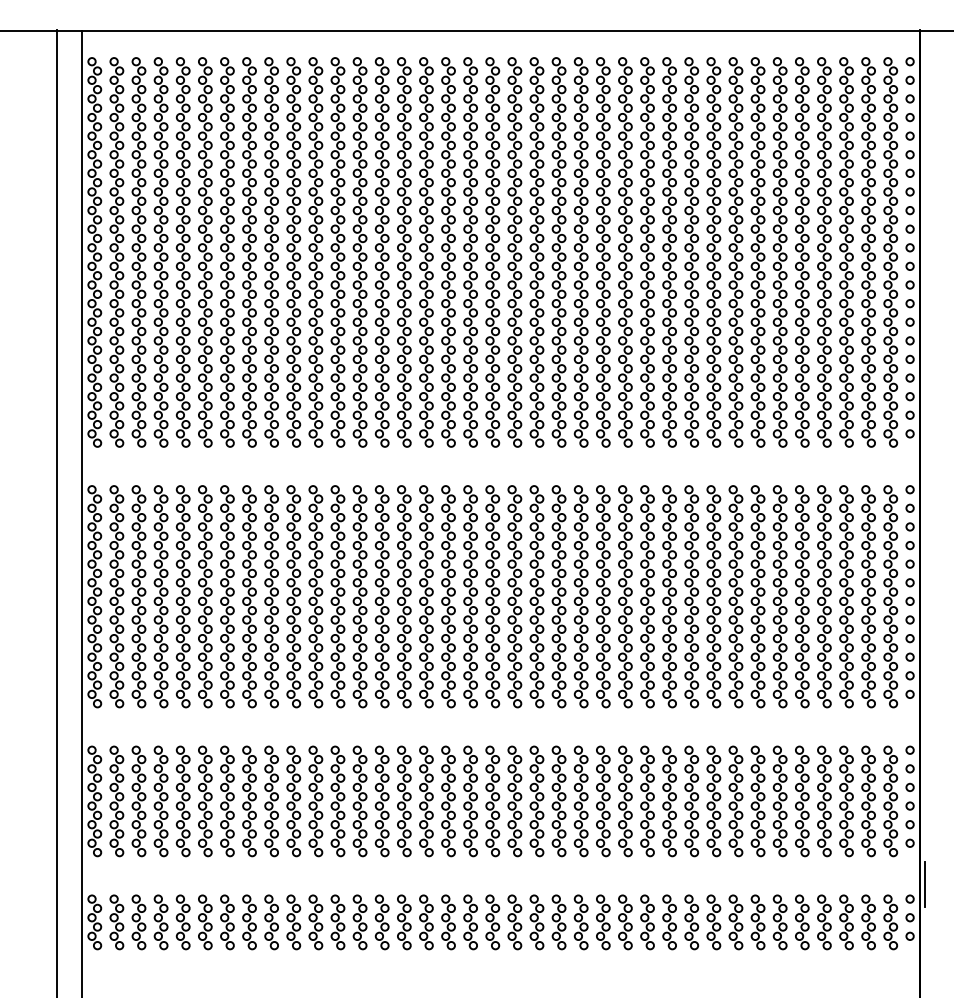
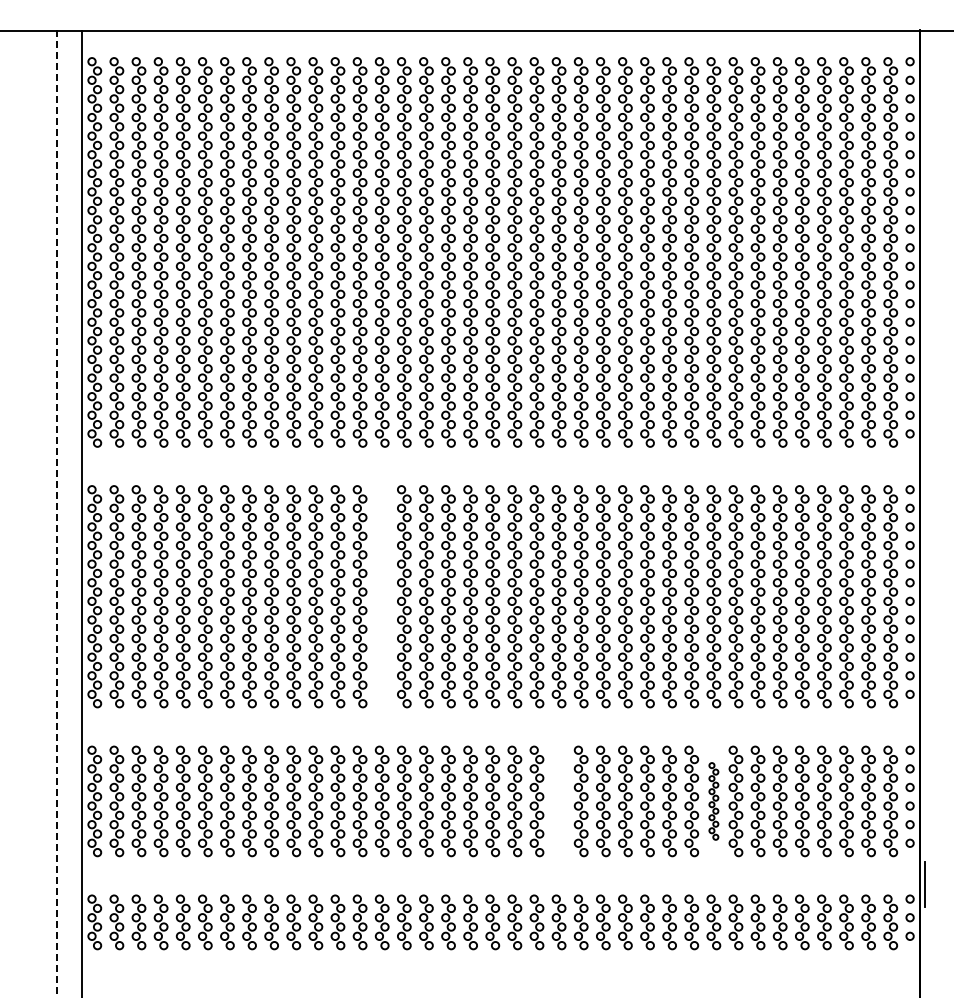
line at (56, 513): solid -> dashed
part at (381, 596): present -> none
part at (558, 801): present -> none
part at (713, 801) size: 16x113 px -> 12x79 px
